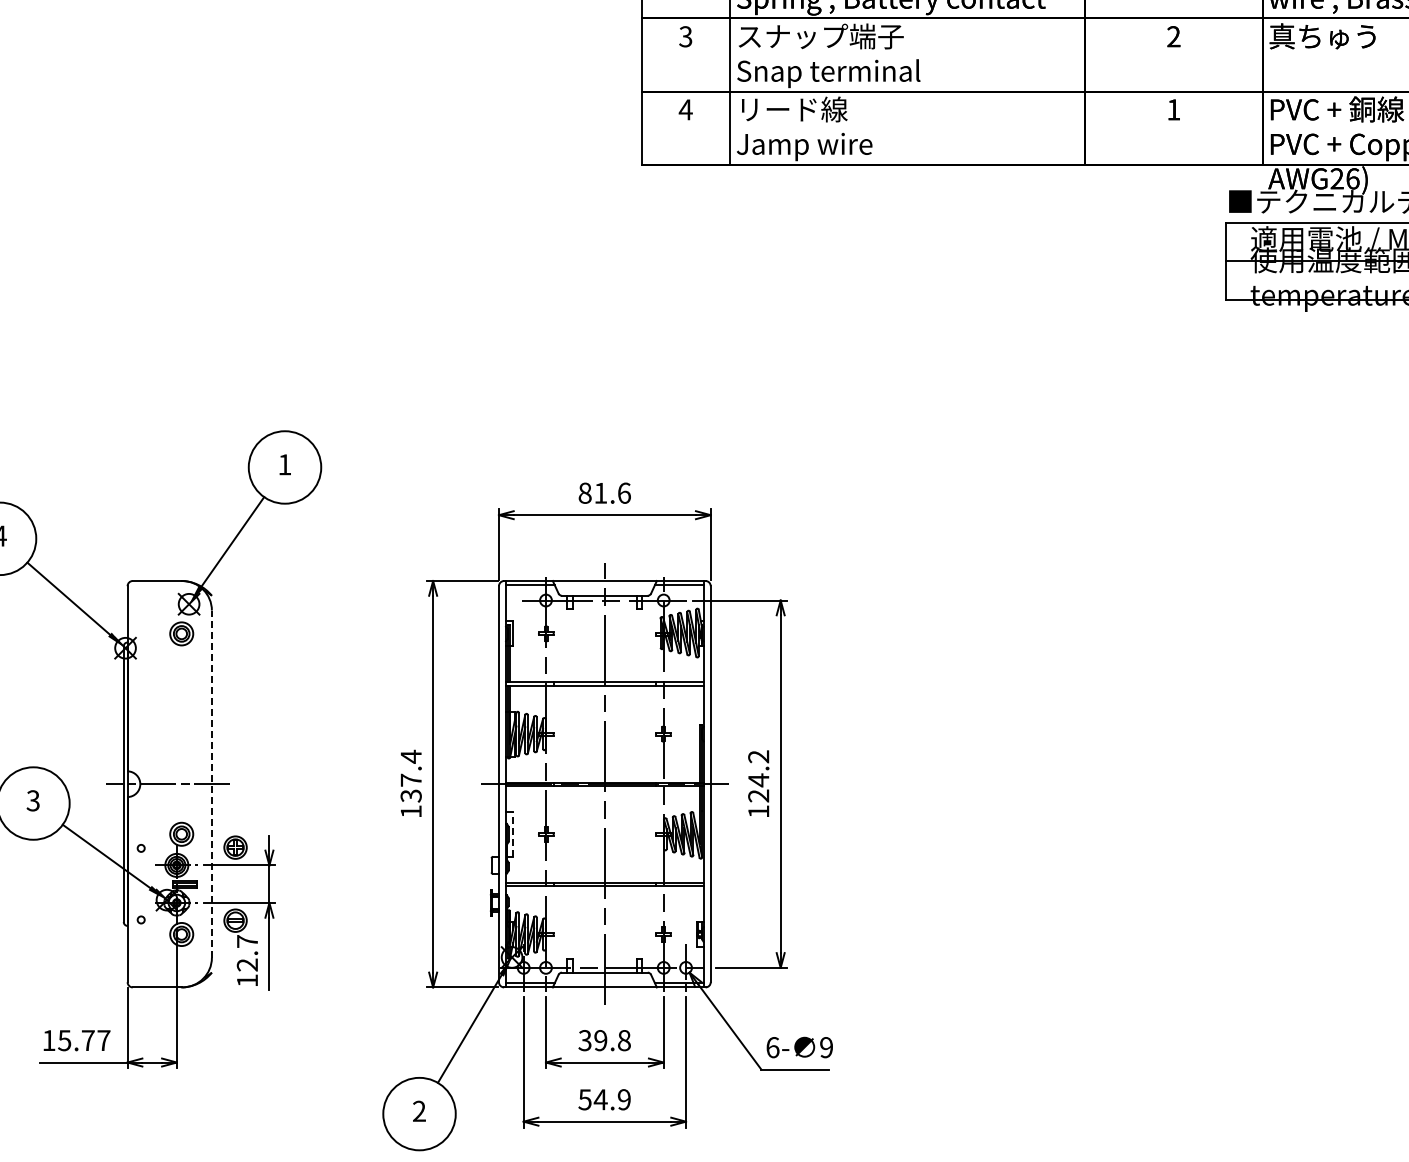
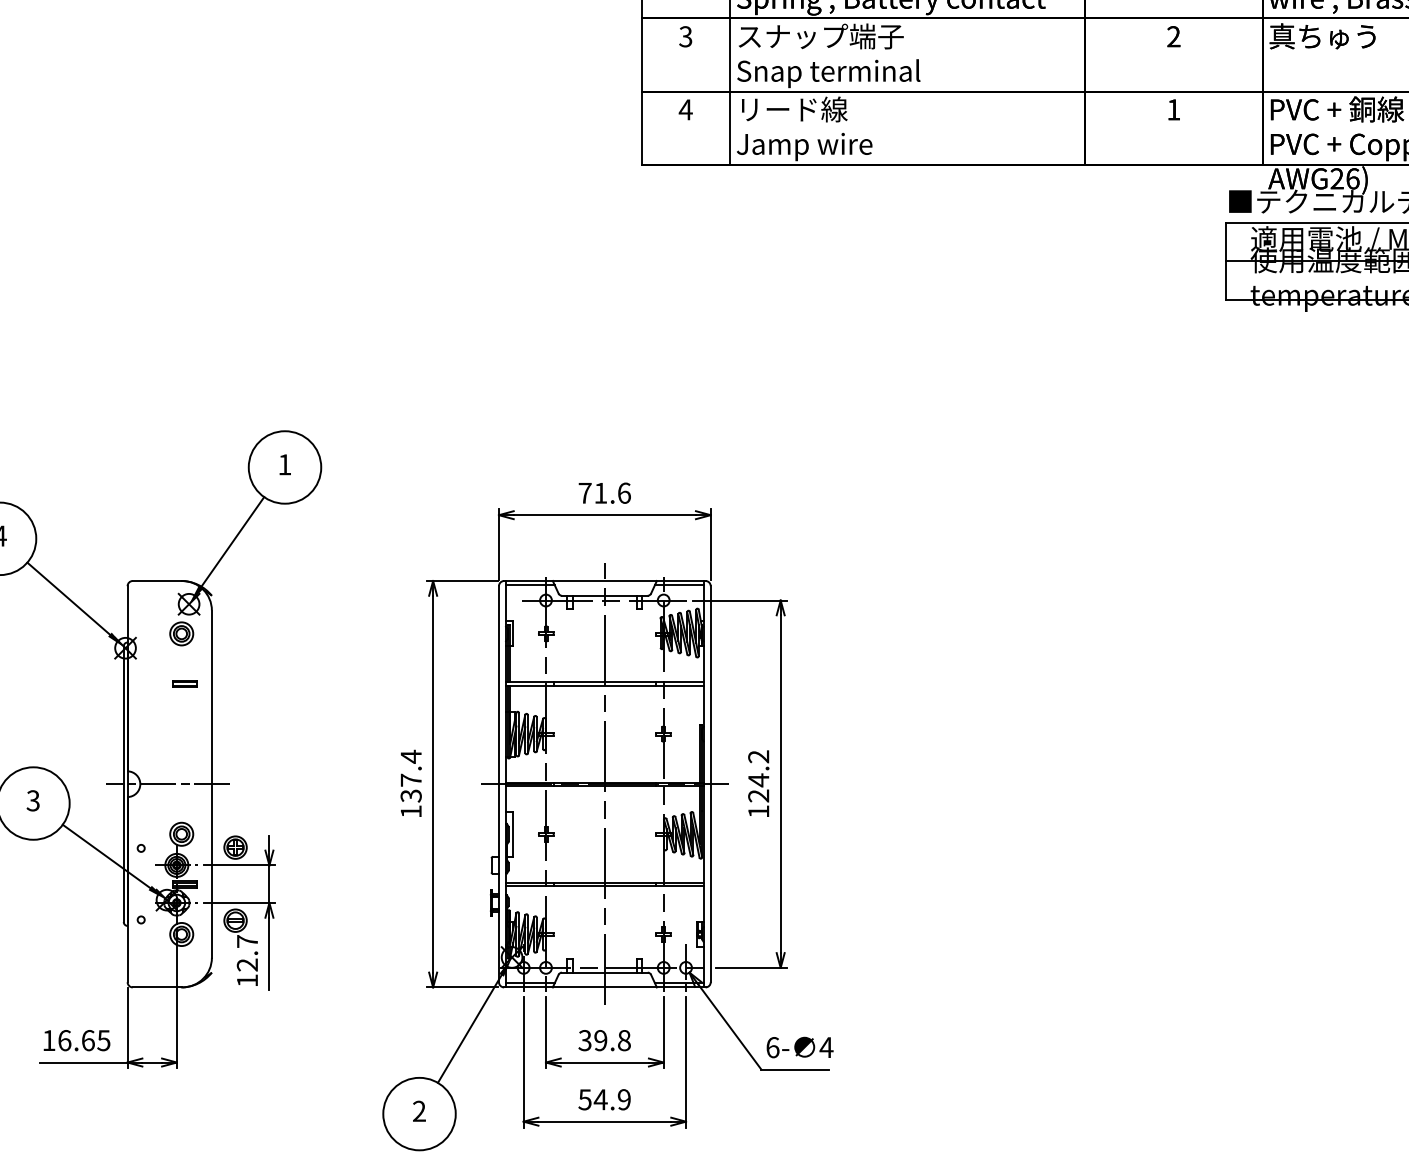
text at (584, 492): 81.6 -> 71.6
part at (184, 683): none -> present
line at (211, 784): dashed -> solid
line at (513, 833): dashed -> solid
text at (84, 1040): 15.77 -> 16.65
text at (826, 1047): 9 -> 4
